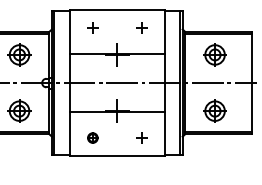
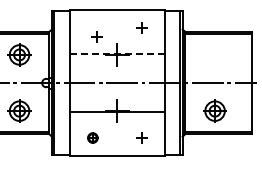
part at (92, 27) position: (92, 27) -> (96, 36)
line at (117, 53): solid -> dashed
part at (214, 54): present -> none
